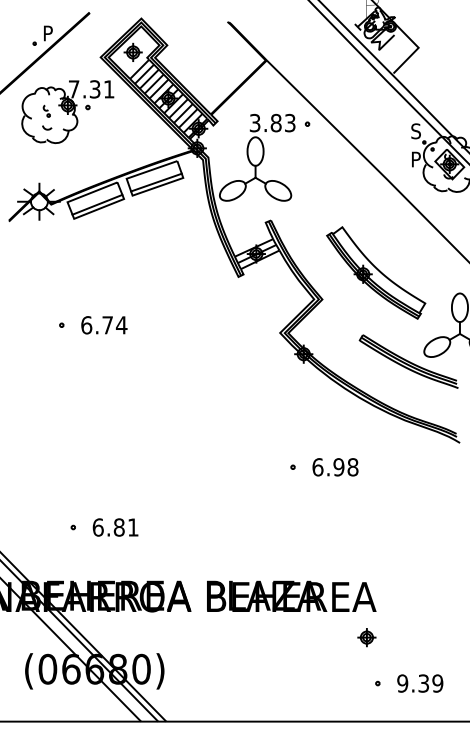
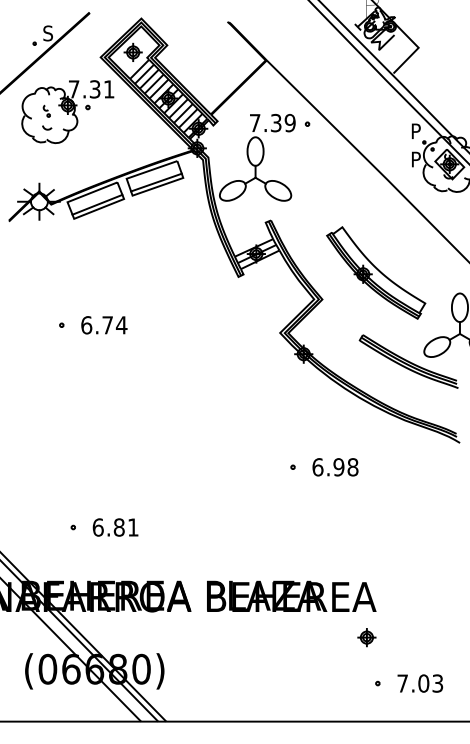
text at (47, 33): P -> S
text at (272, 122): 3.83 -> 7.39
text at (415, 131): S -> P
text at (420, 683): 9.39 -> 7.03
